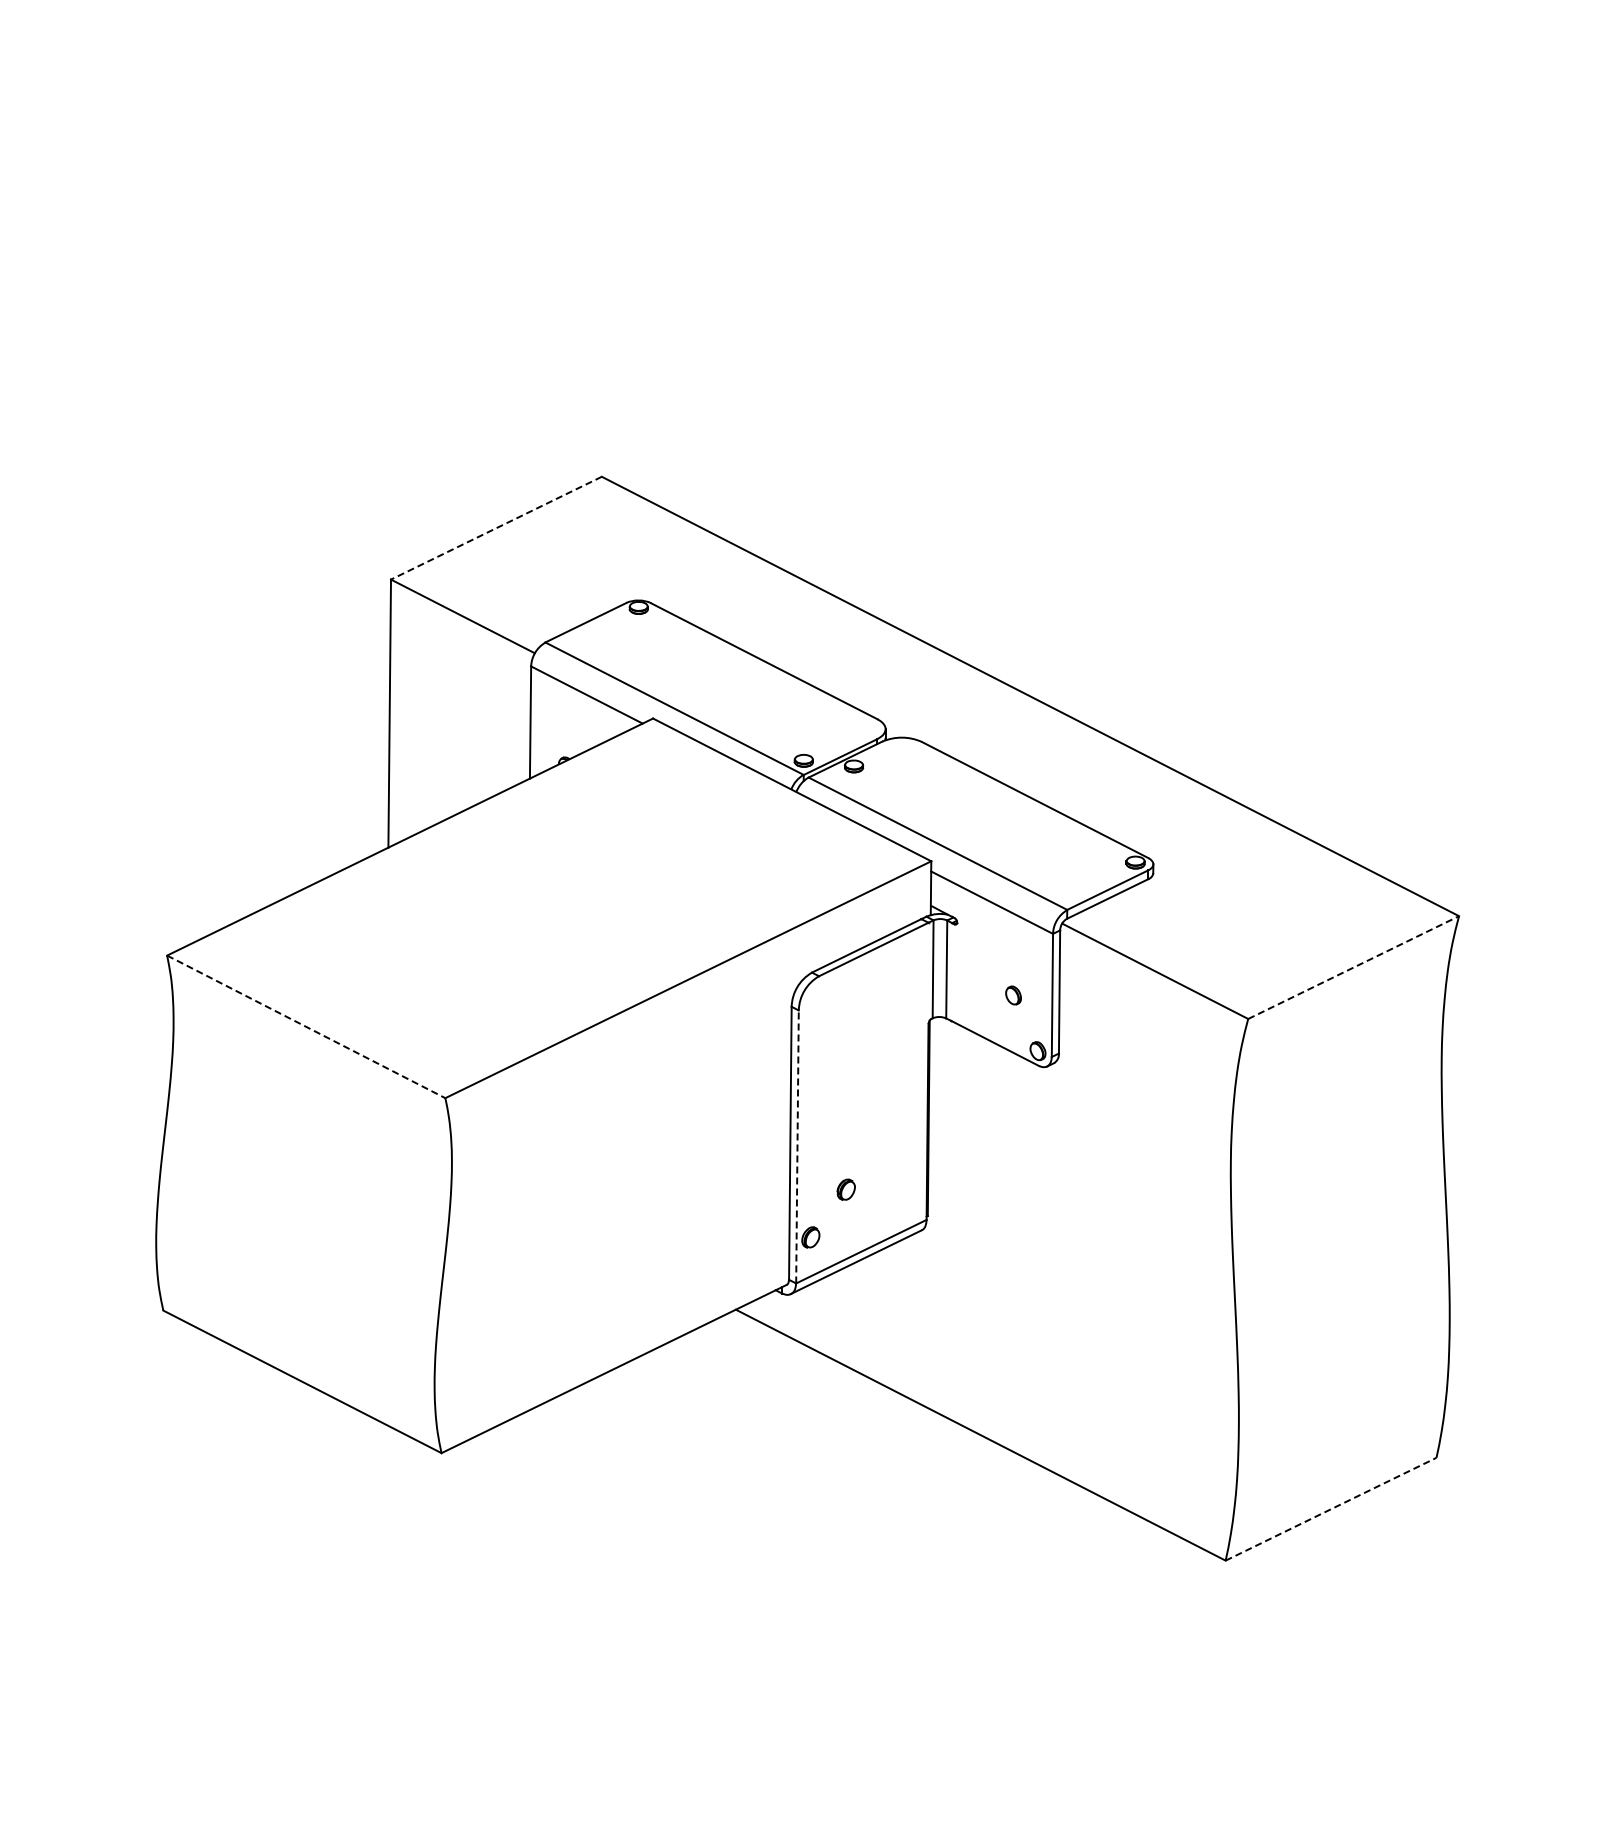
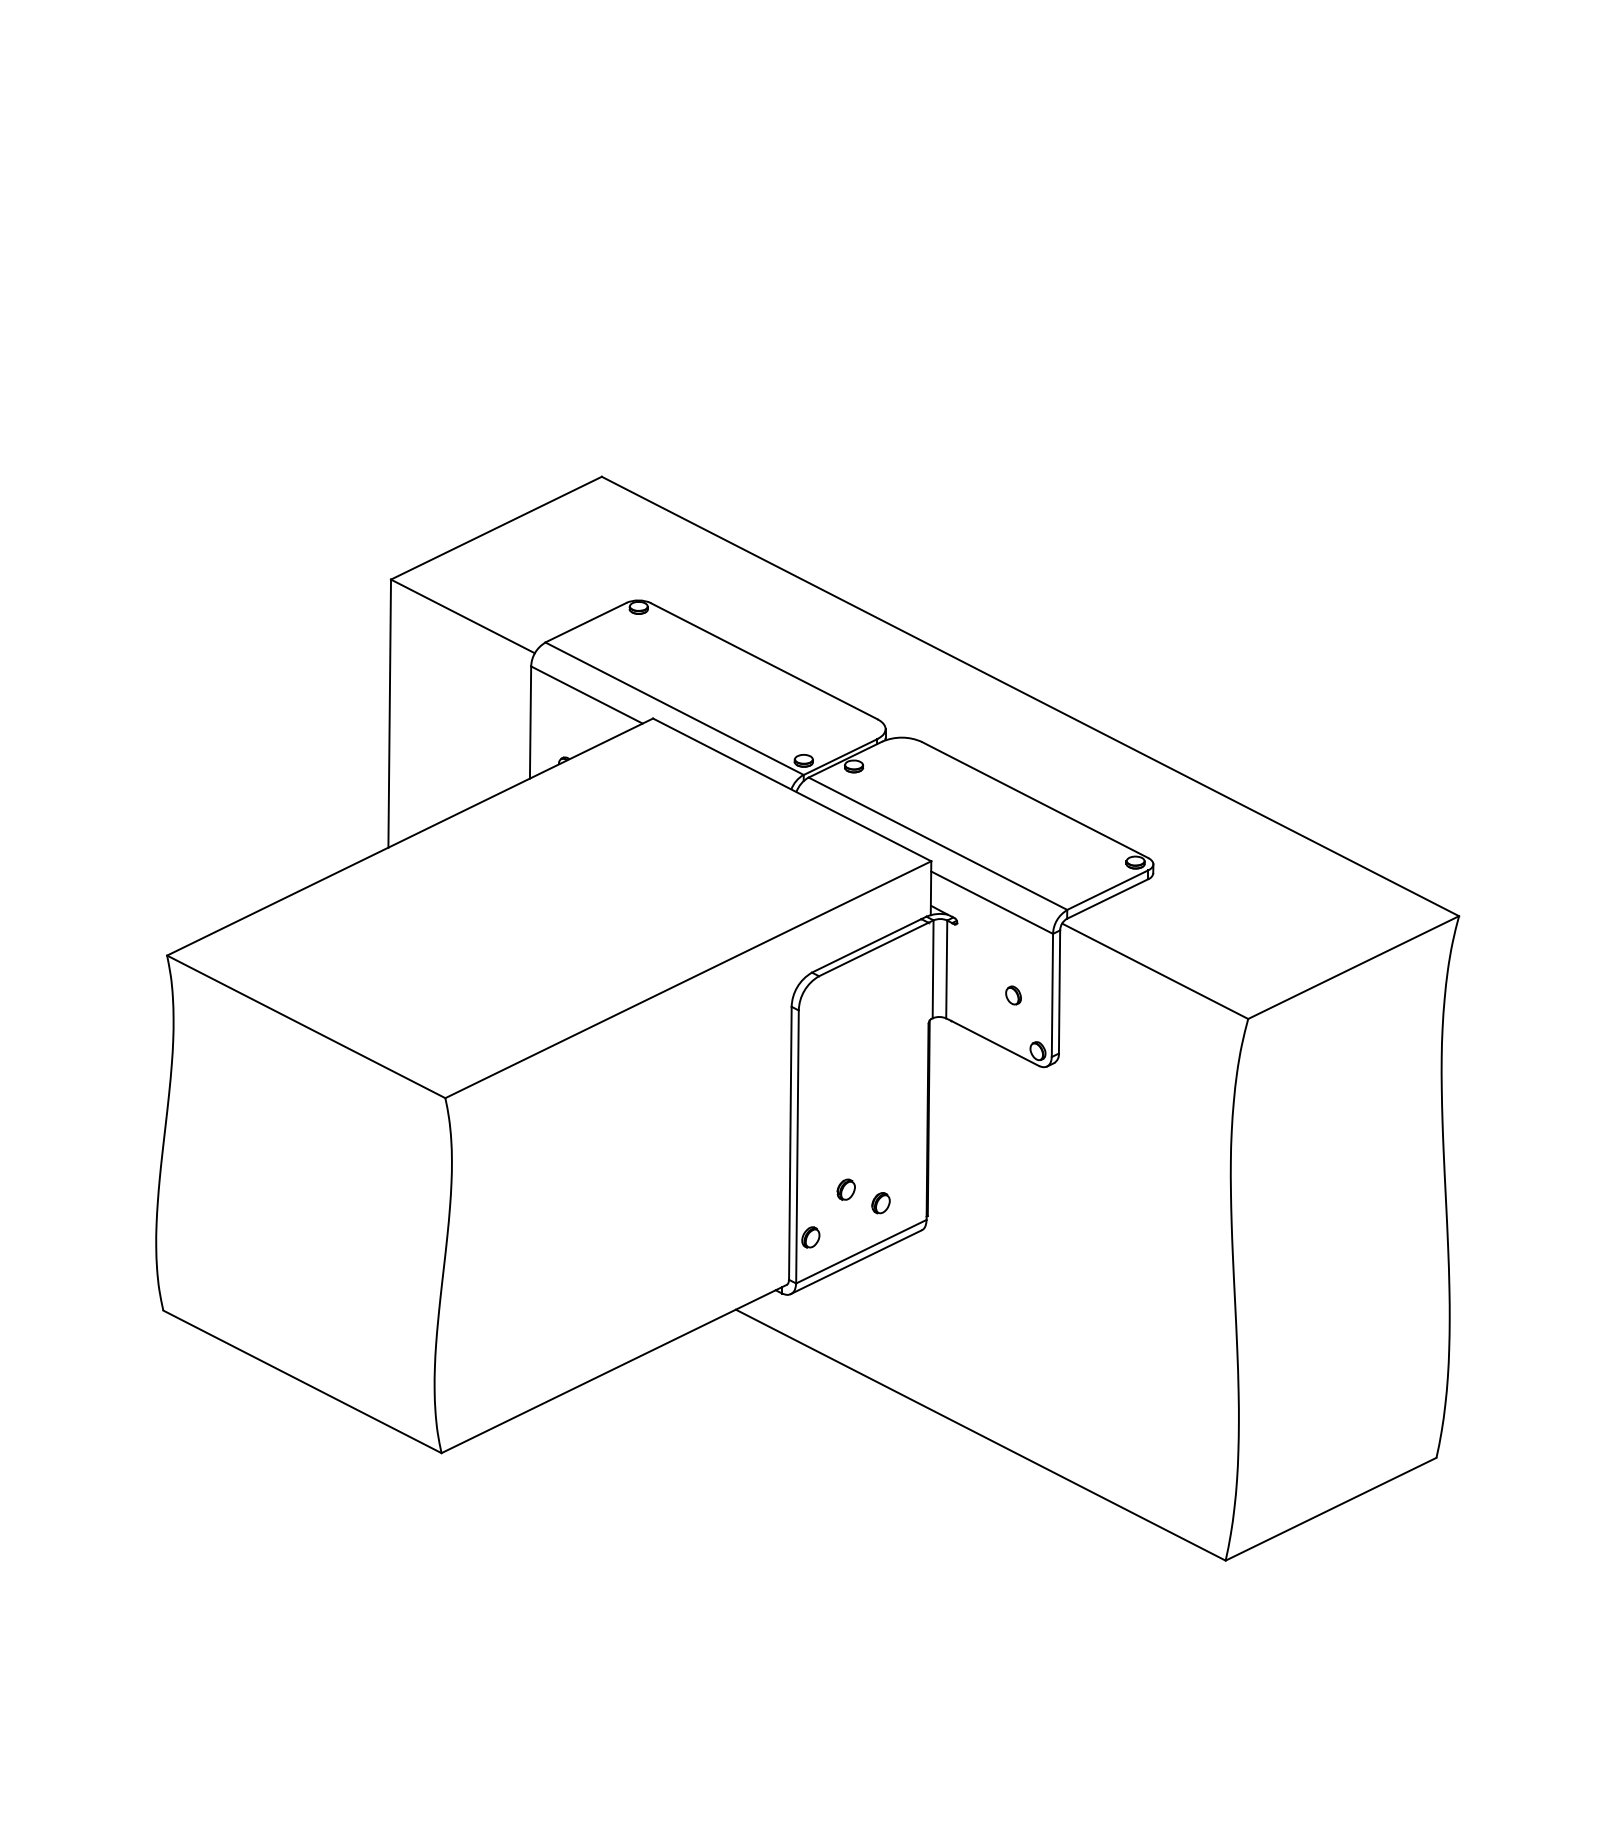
line at (495, 528): dashed -> solid
line at (1354, 967): dashed -> solid
line at (306, 1027): dashed -> solid
line at (797, 1146): dashed -> solid
part at (880, 1203): none -> present
line at (1331, 1509): dashed -> solid
